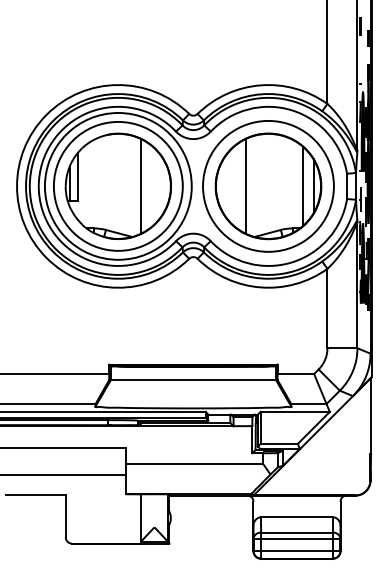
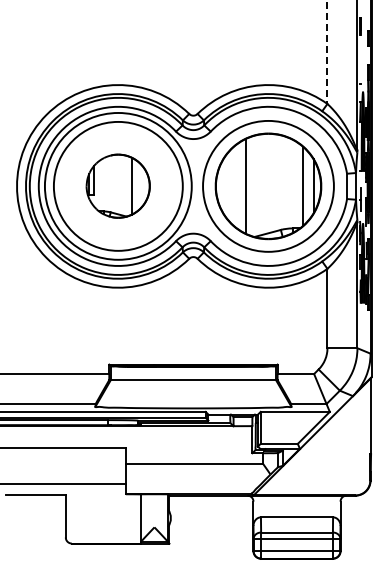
line at (327, 52): solid -> dashed
part at (117, 185) size: 108x108 px -> 66x66 px
line at (63, 474) position: (63, 474) -> (63, 483)
